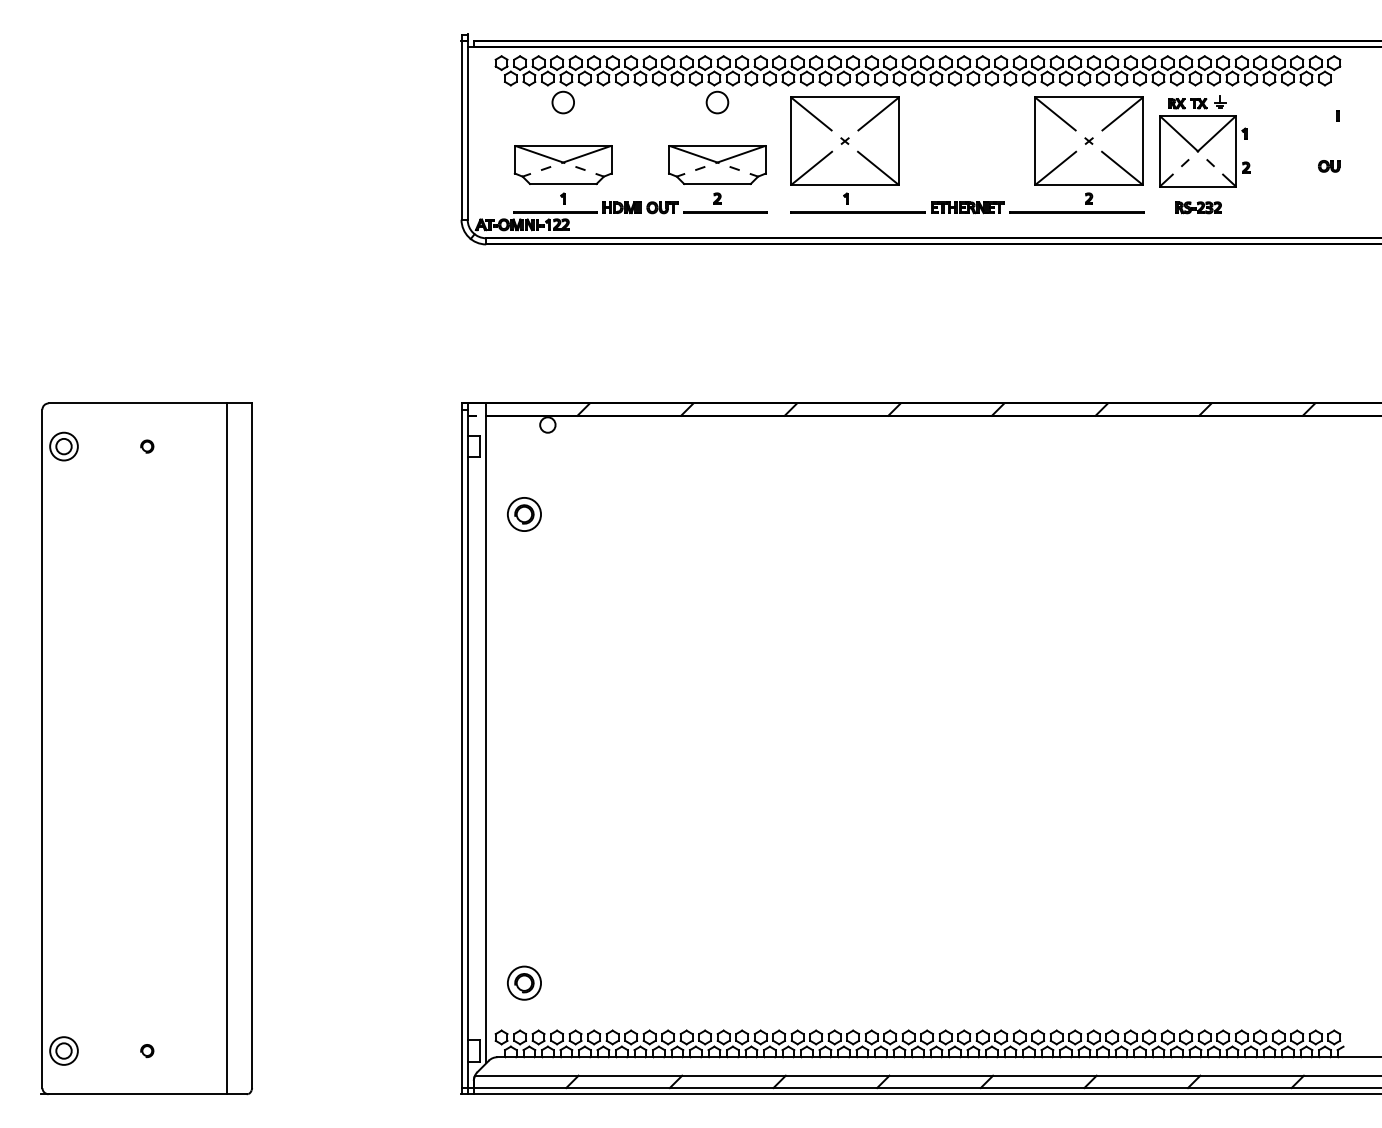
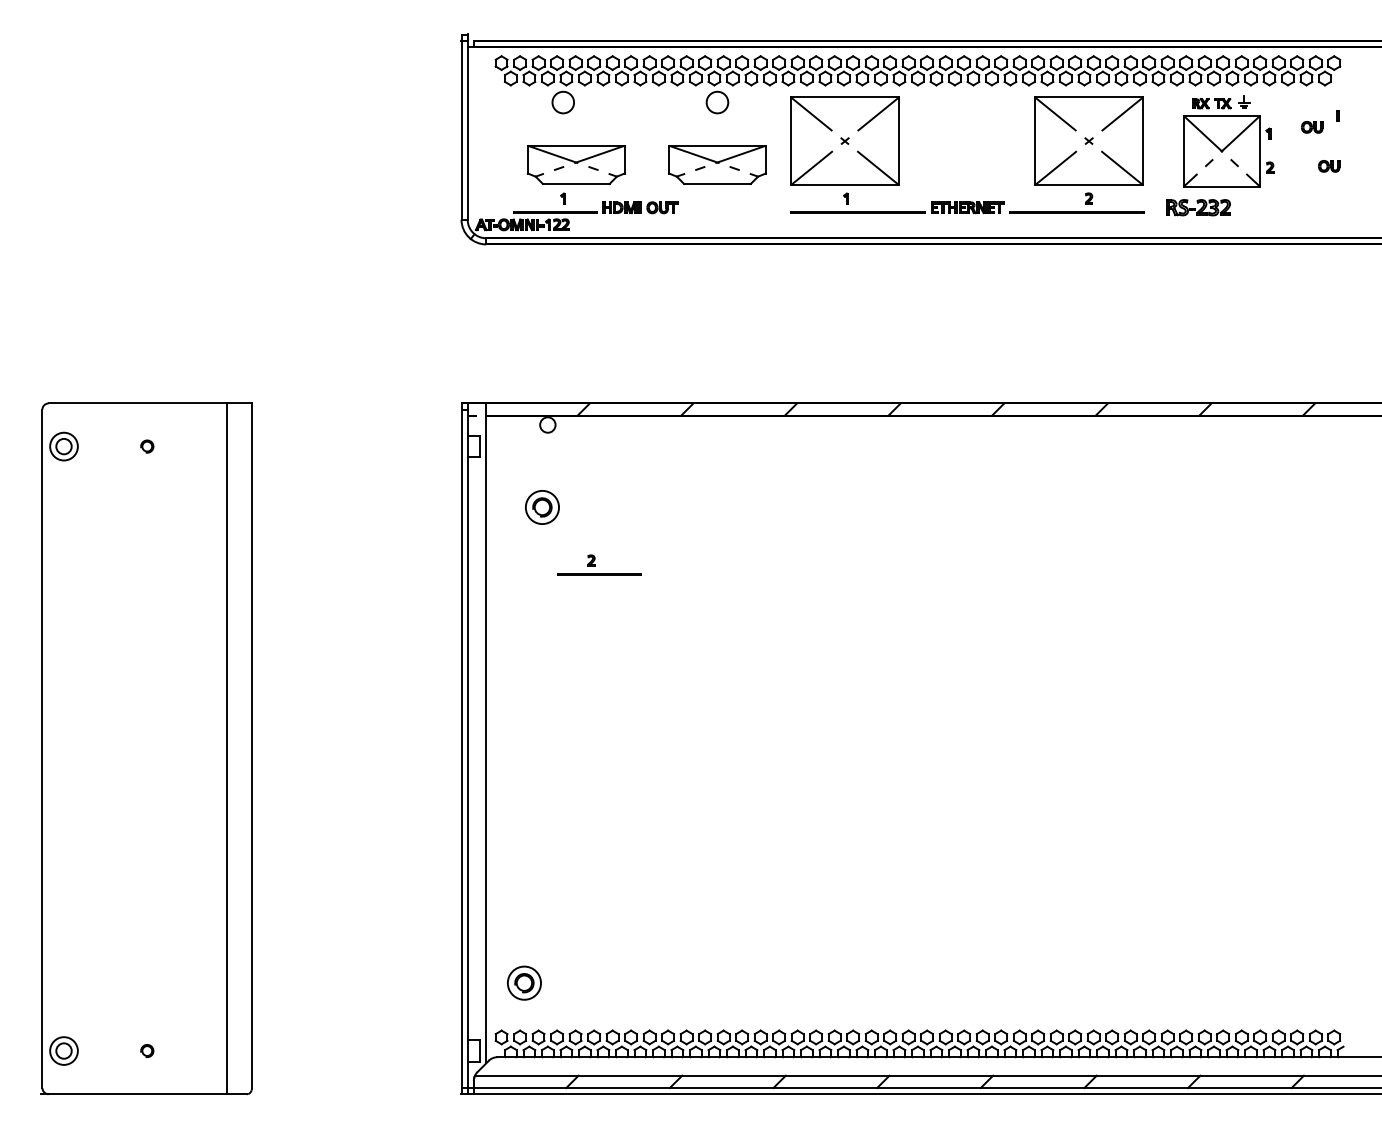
part at (1312, 127): none -> present
part at (1204, 141) position: (1204, 141) -> (1228, 141)
part at (562, 165) position: (562, 165) -> (575, 165)
part at (725, 202) position: (725, 202) -> (599, 564)
part at (1198, 207) size: 47x14 px -> 65x18 px
part at (524, 514) position: (524, 514) -> (542, 507)
